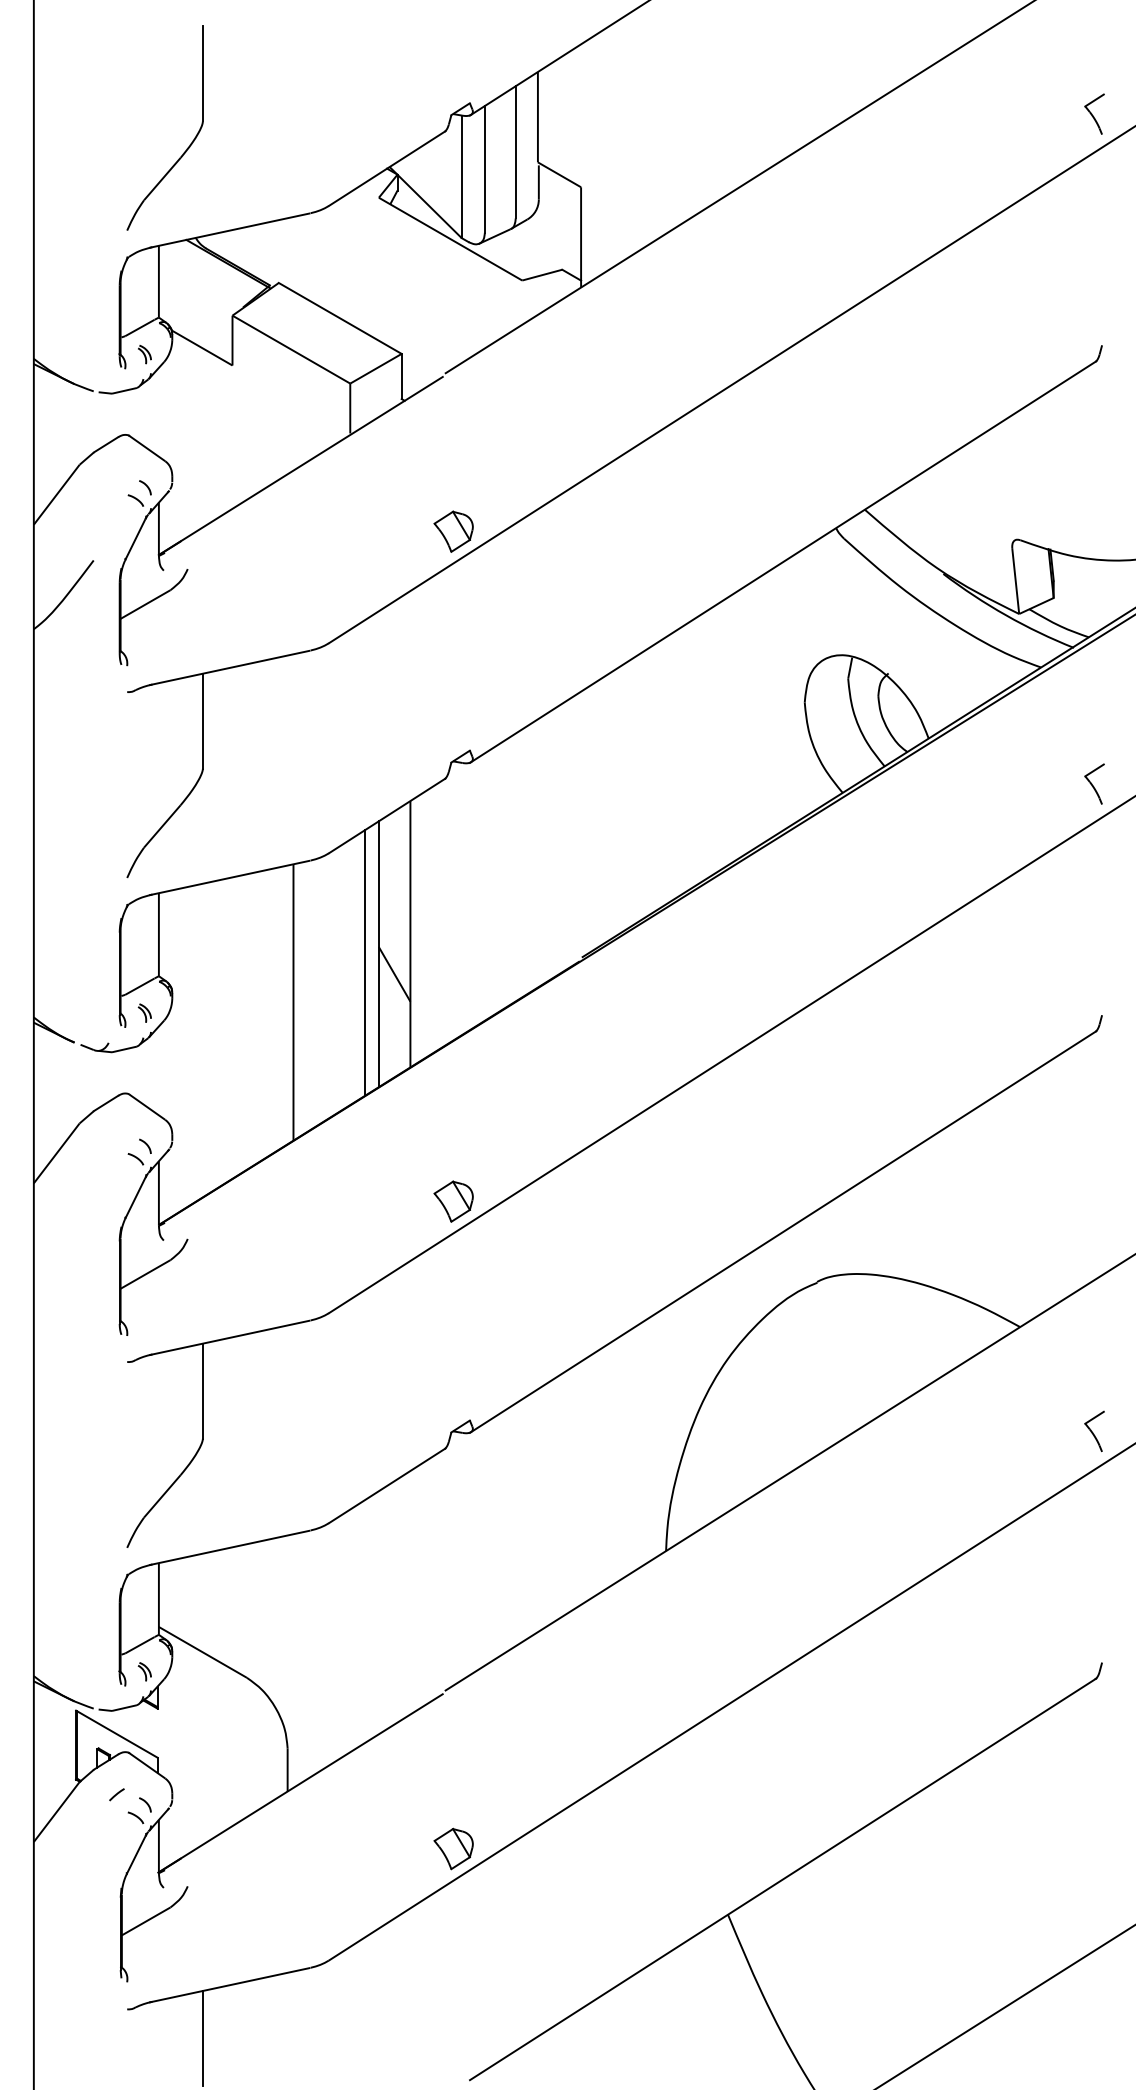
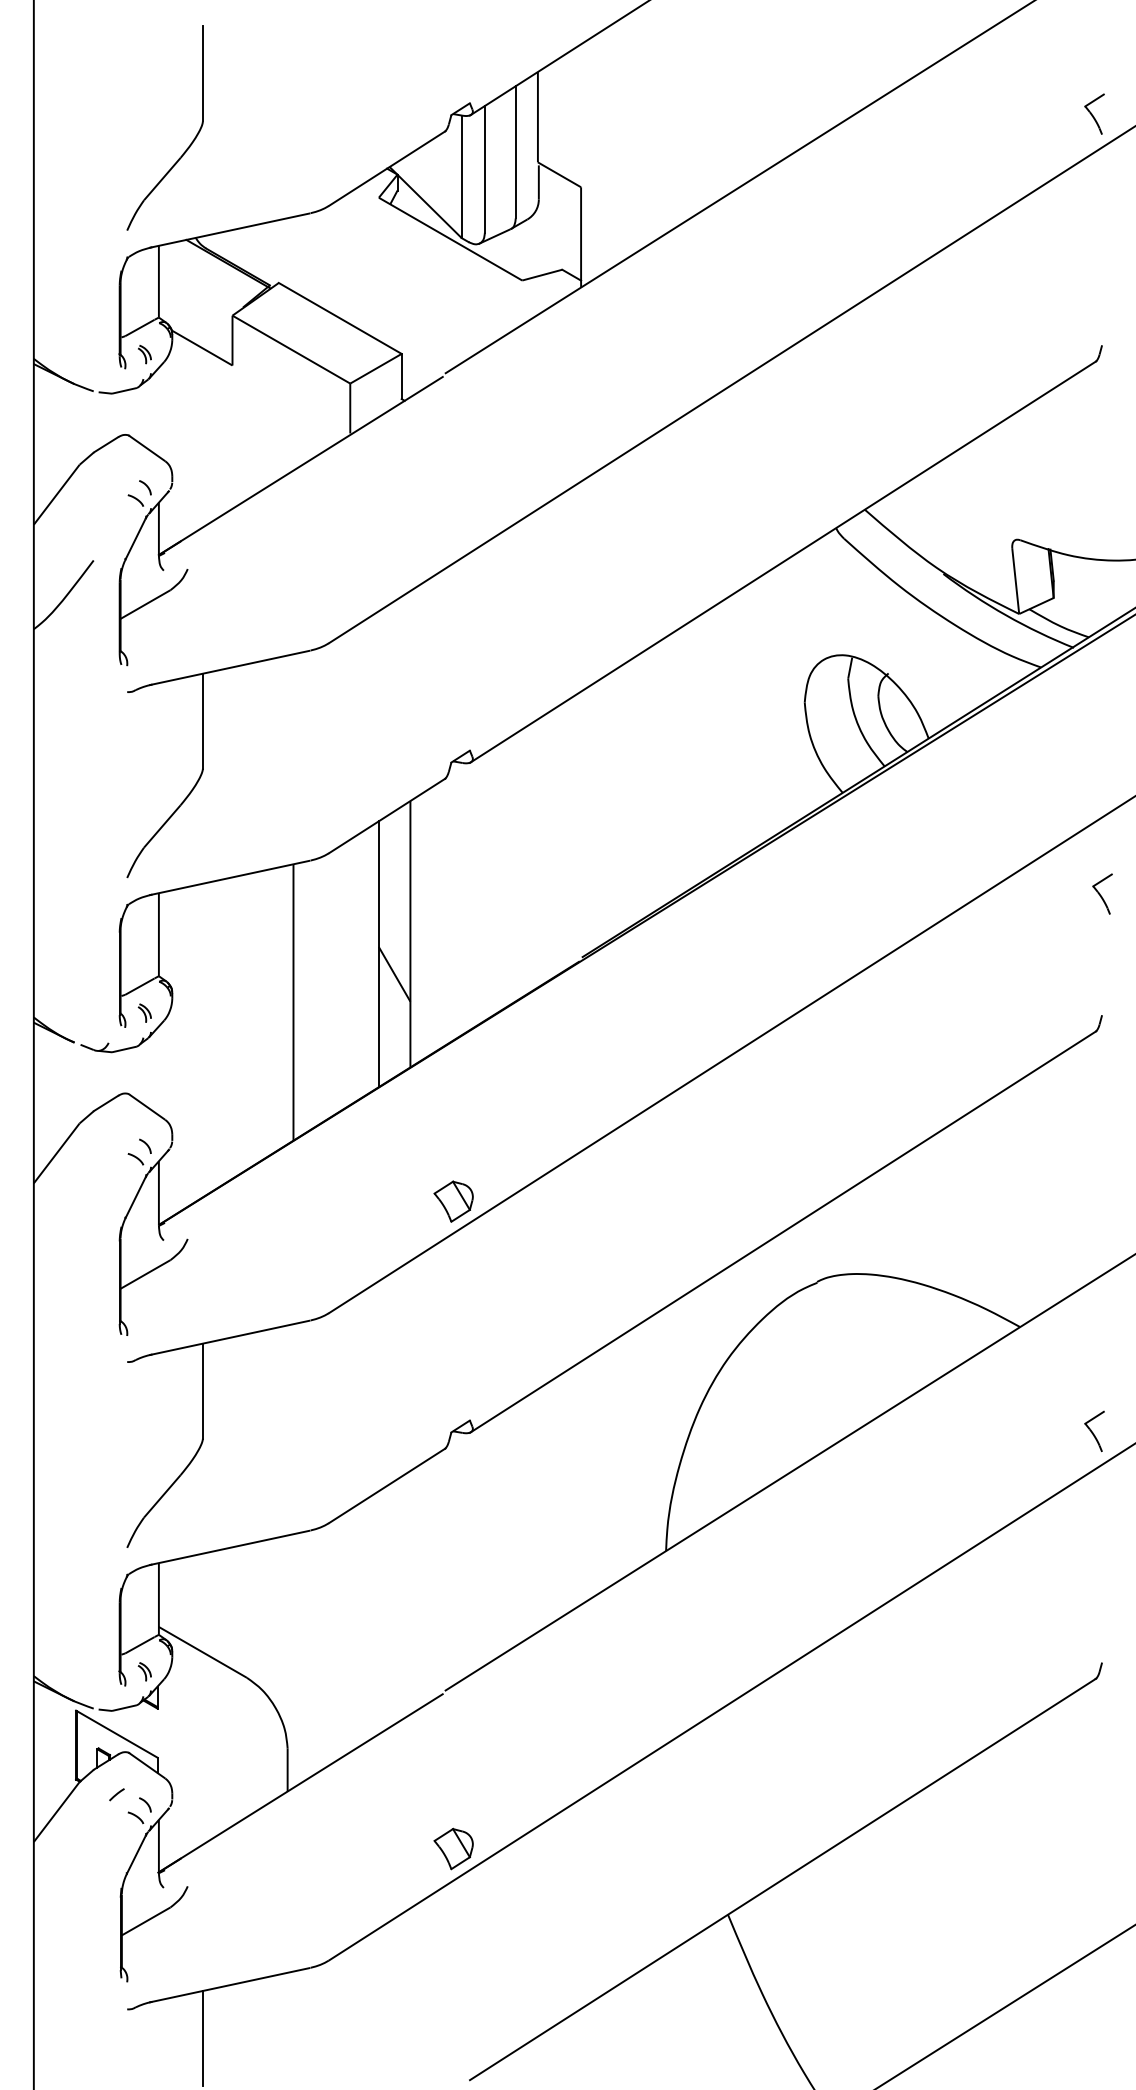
part at (453, 531): present -> none
part at (1094, 783) position: (1094, 783) -> (1102, 893)
line at (364, 963): present -> none
